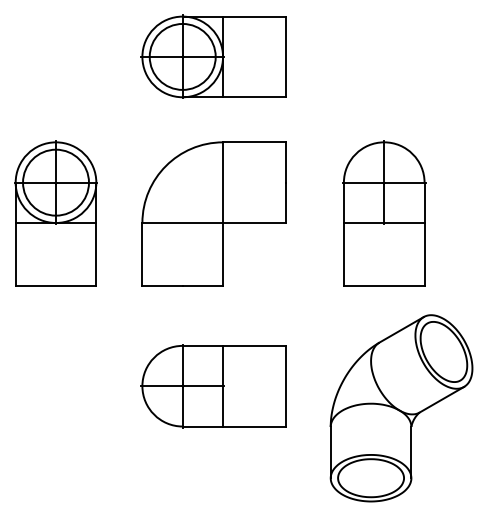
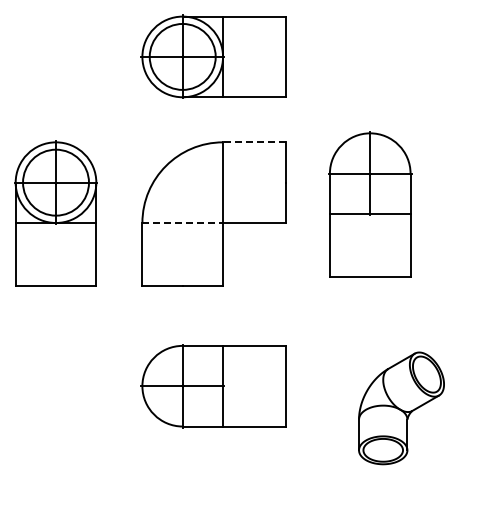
line at (253, 142): solid -> dashed
part at (384, 213) position: (384, 213) -> (370, 204)
line at (183, 223): solid -> dashed
part at (401, 408) size: 145x189 px -> 87x115 px
